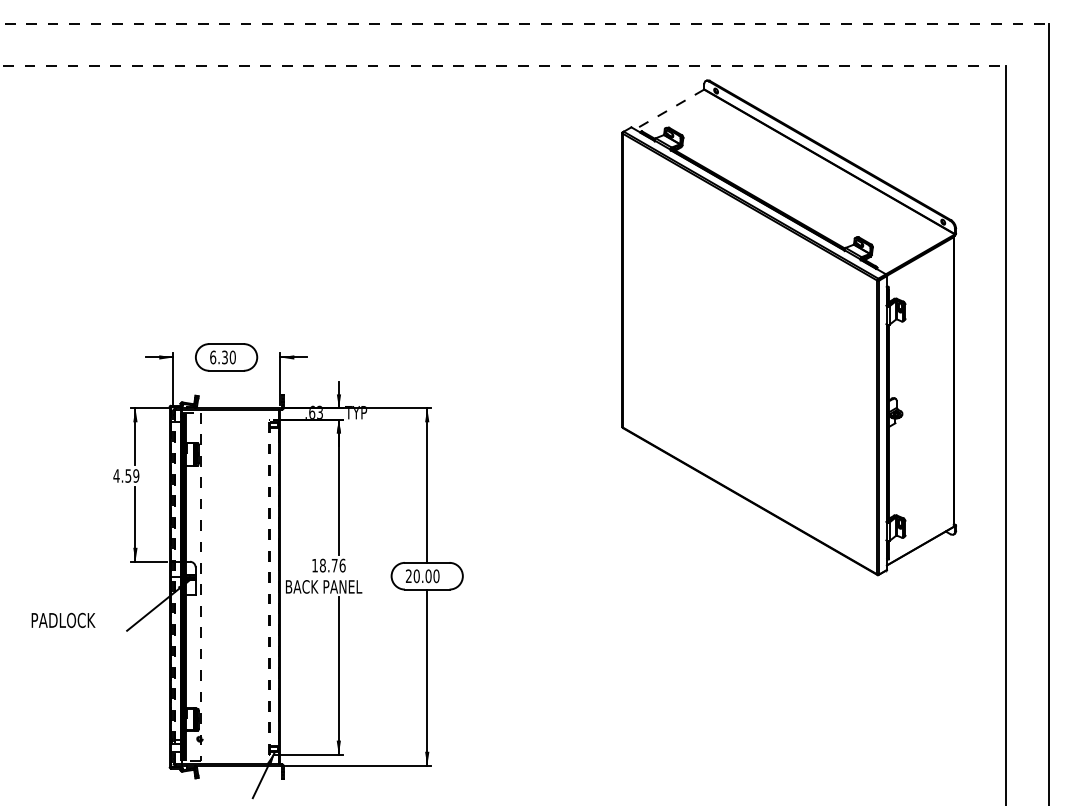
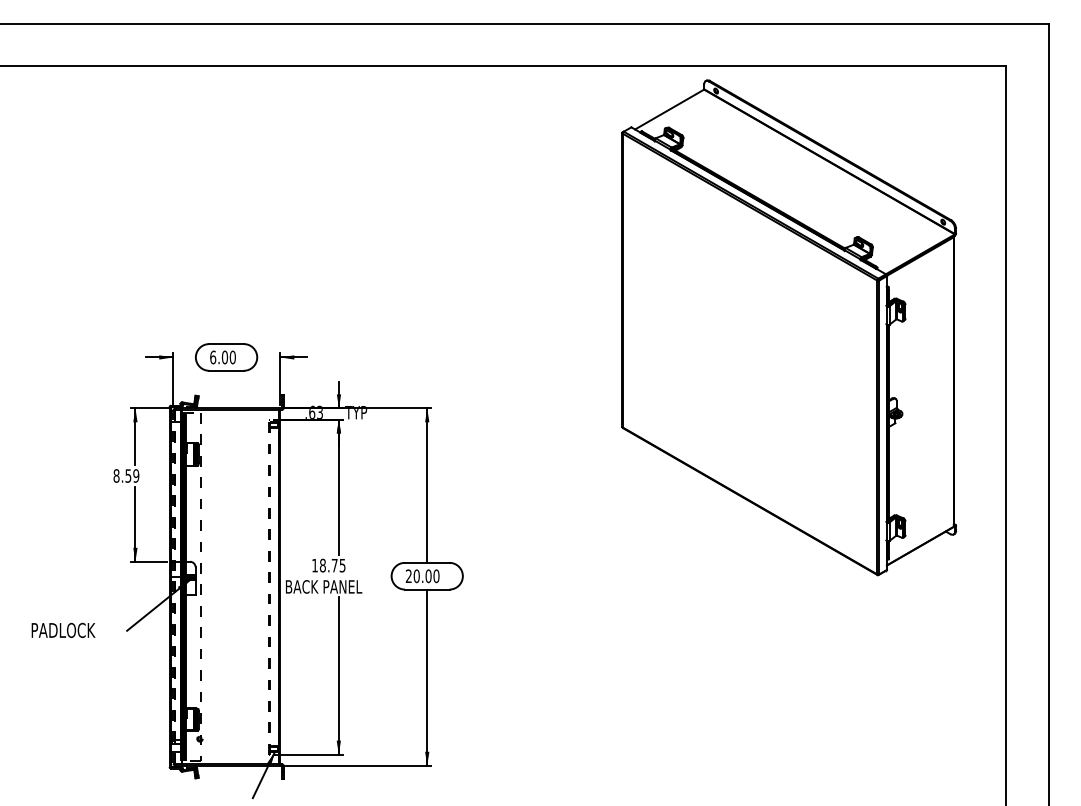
line at (524, 24): dashed -> solid
line at (503, 66): dashed -> solid
line at (669, 109): dashed -> solid
text at (224, 357): 6.30 -> 6.00
text at (116, 475): 4.59 -> 8.59
text at (342, 565): 18.76 -> 18.75
text at (63, 619) position: (63, 619) -> (63, 629)
